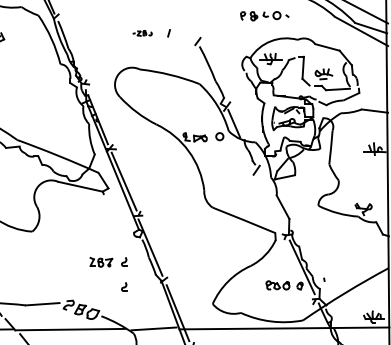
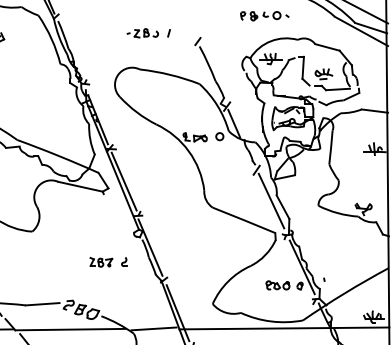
part at (142, 32) size: 21x8 px -> 33x11 px
line at (271, 200): none -> present
part at (124, 286): present -> none
